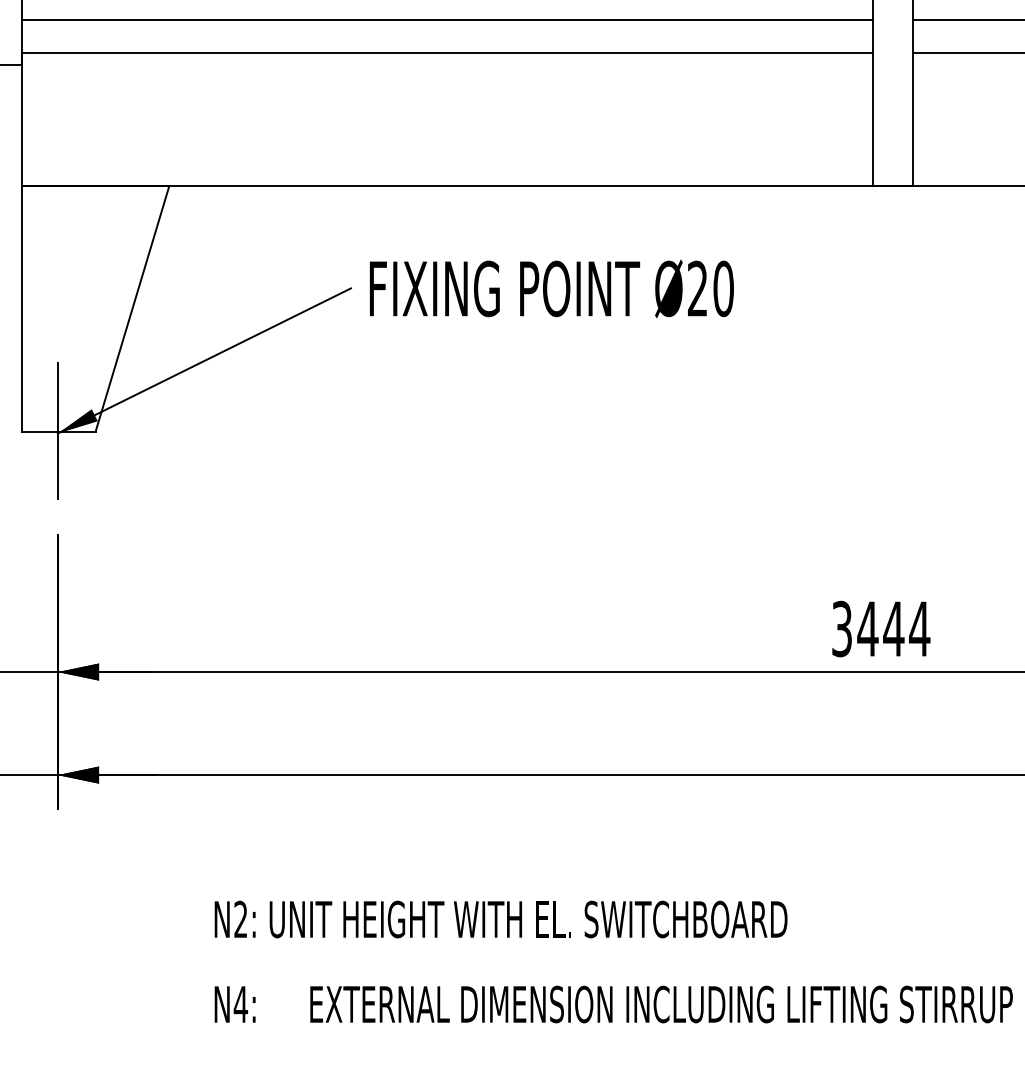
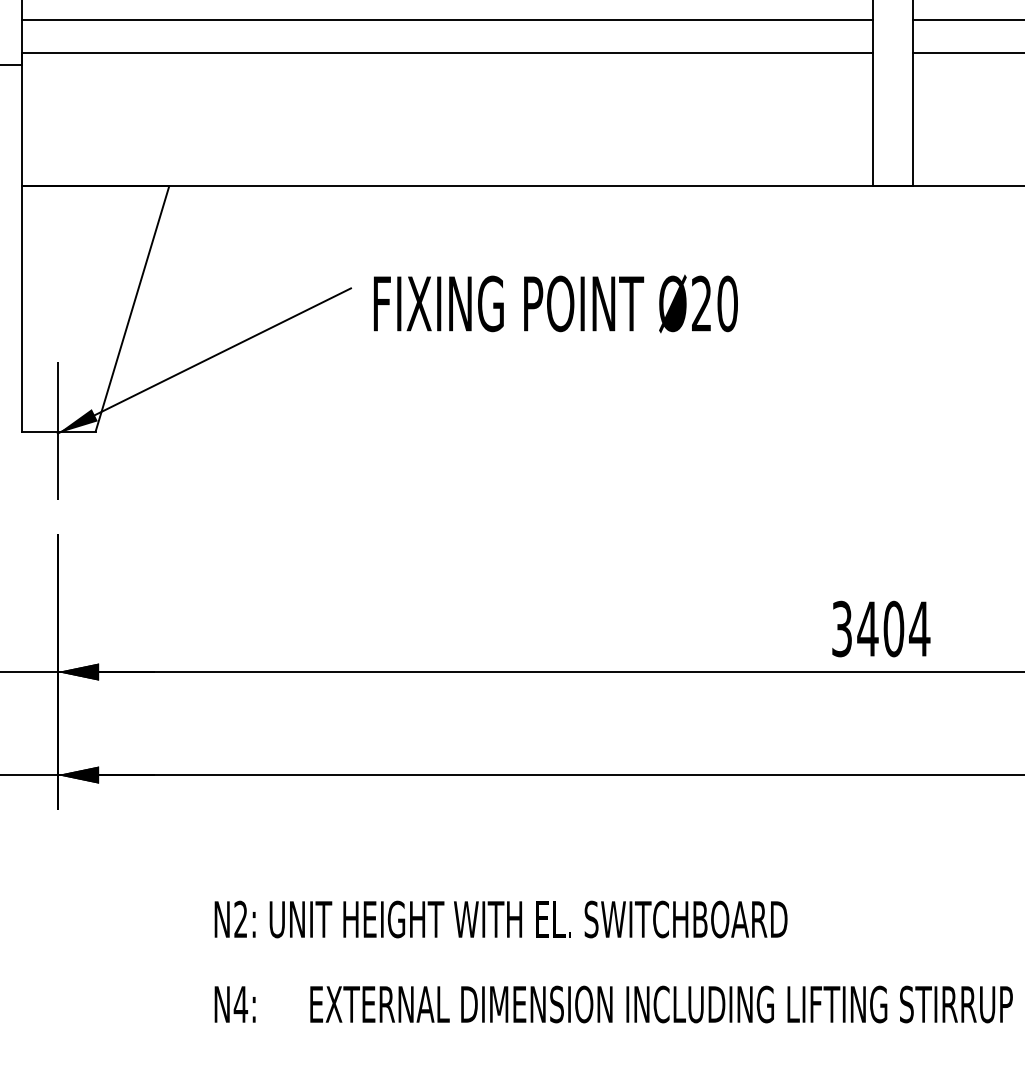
text at (551, 288) position: (551, 288) -> (555, 303)
text at (893, 628): 3444 -> 3404
